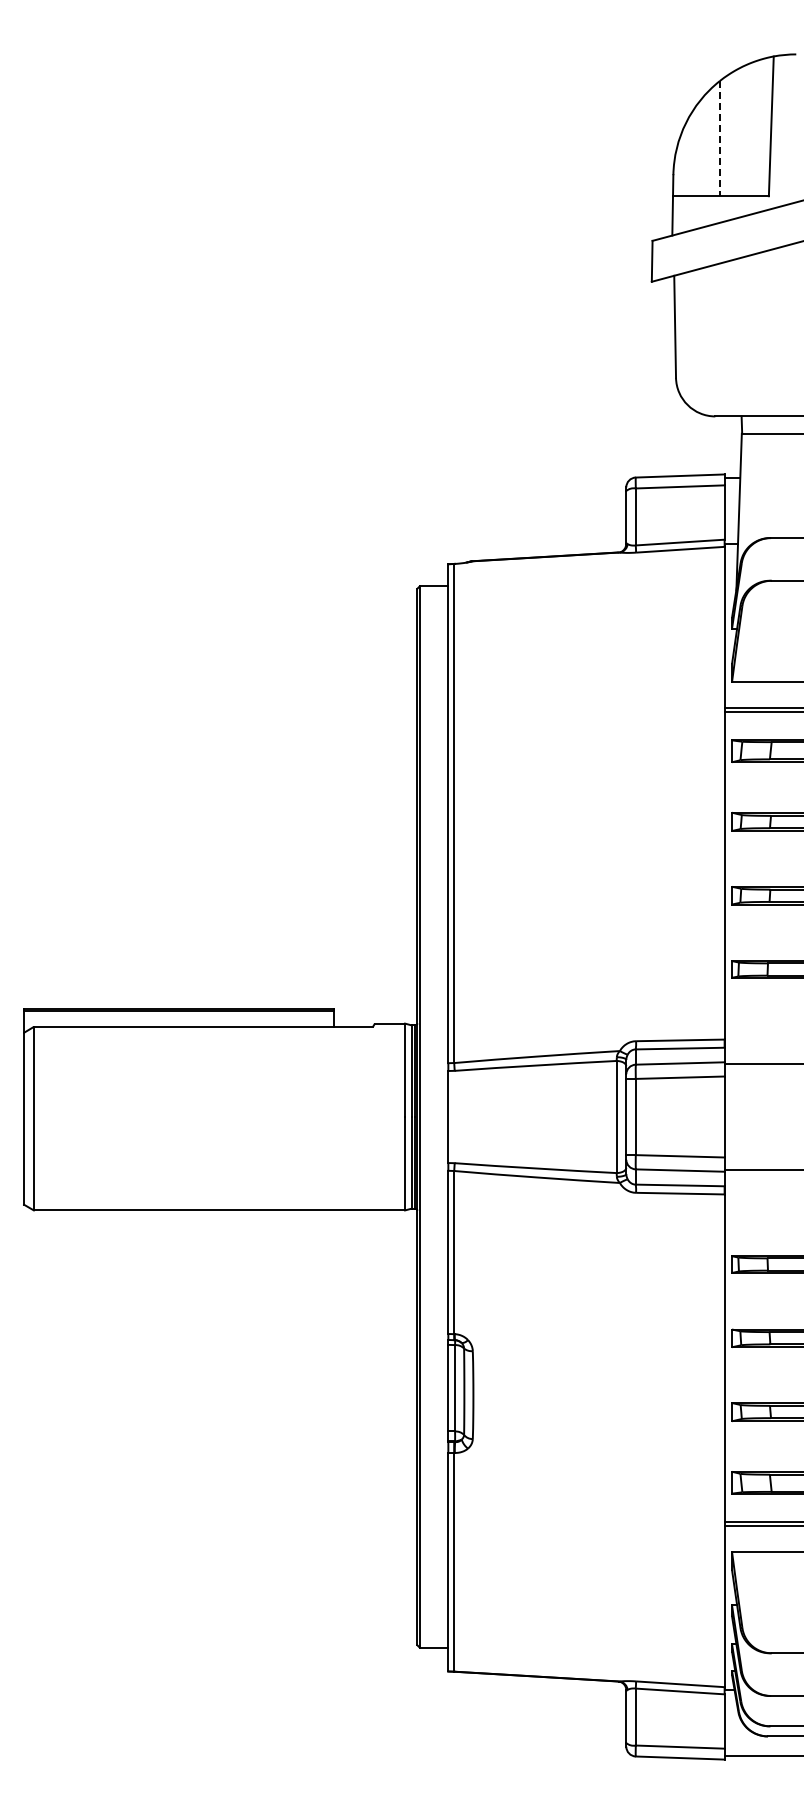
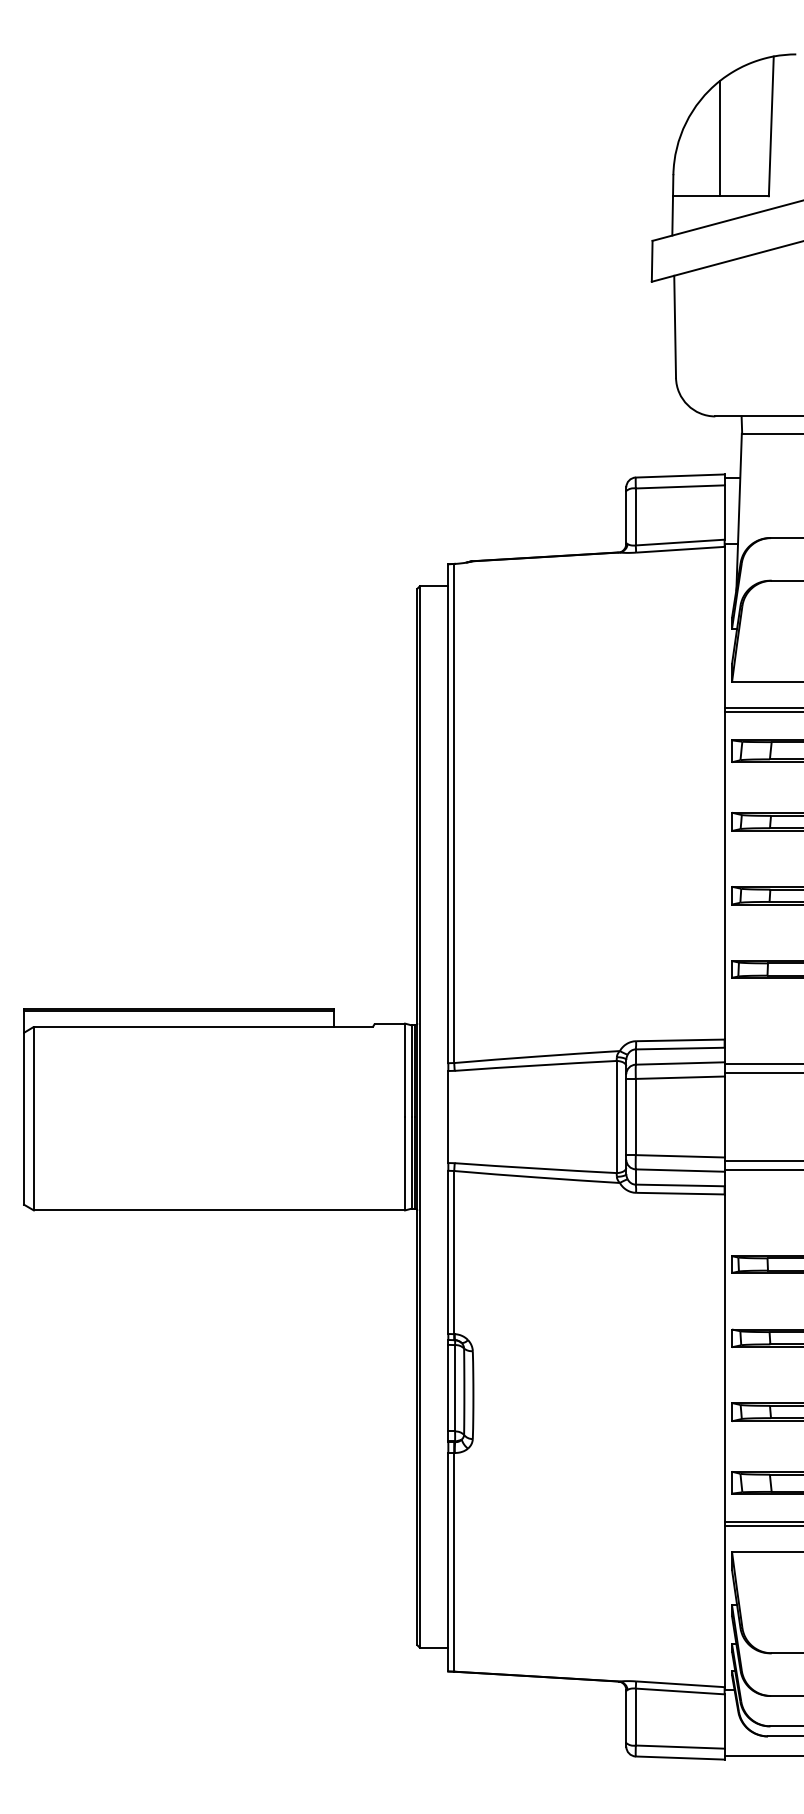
line at (719, 138): dashed -> solid
line at (762, 1072): none -> present
line at (762, 1161): none -> present
